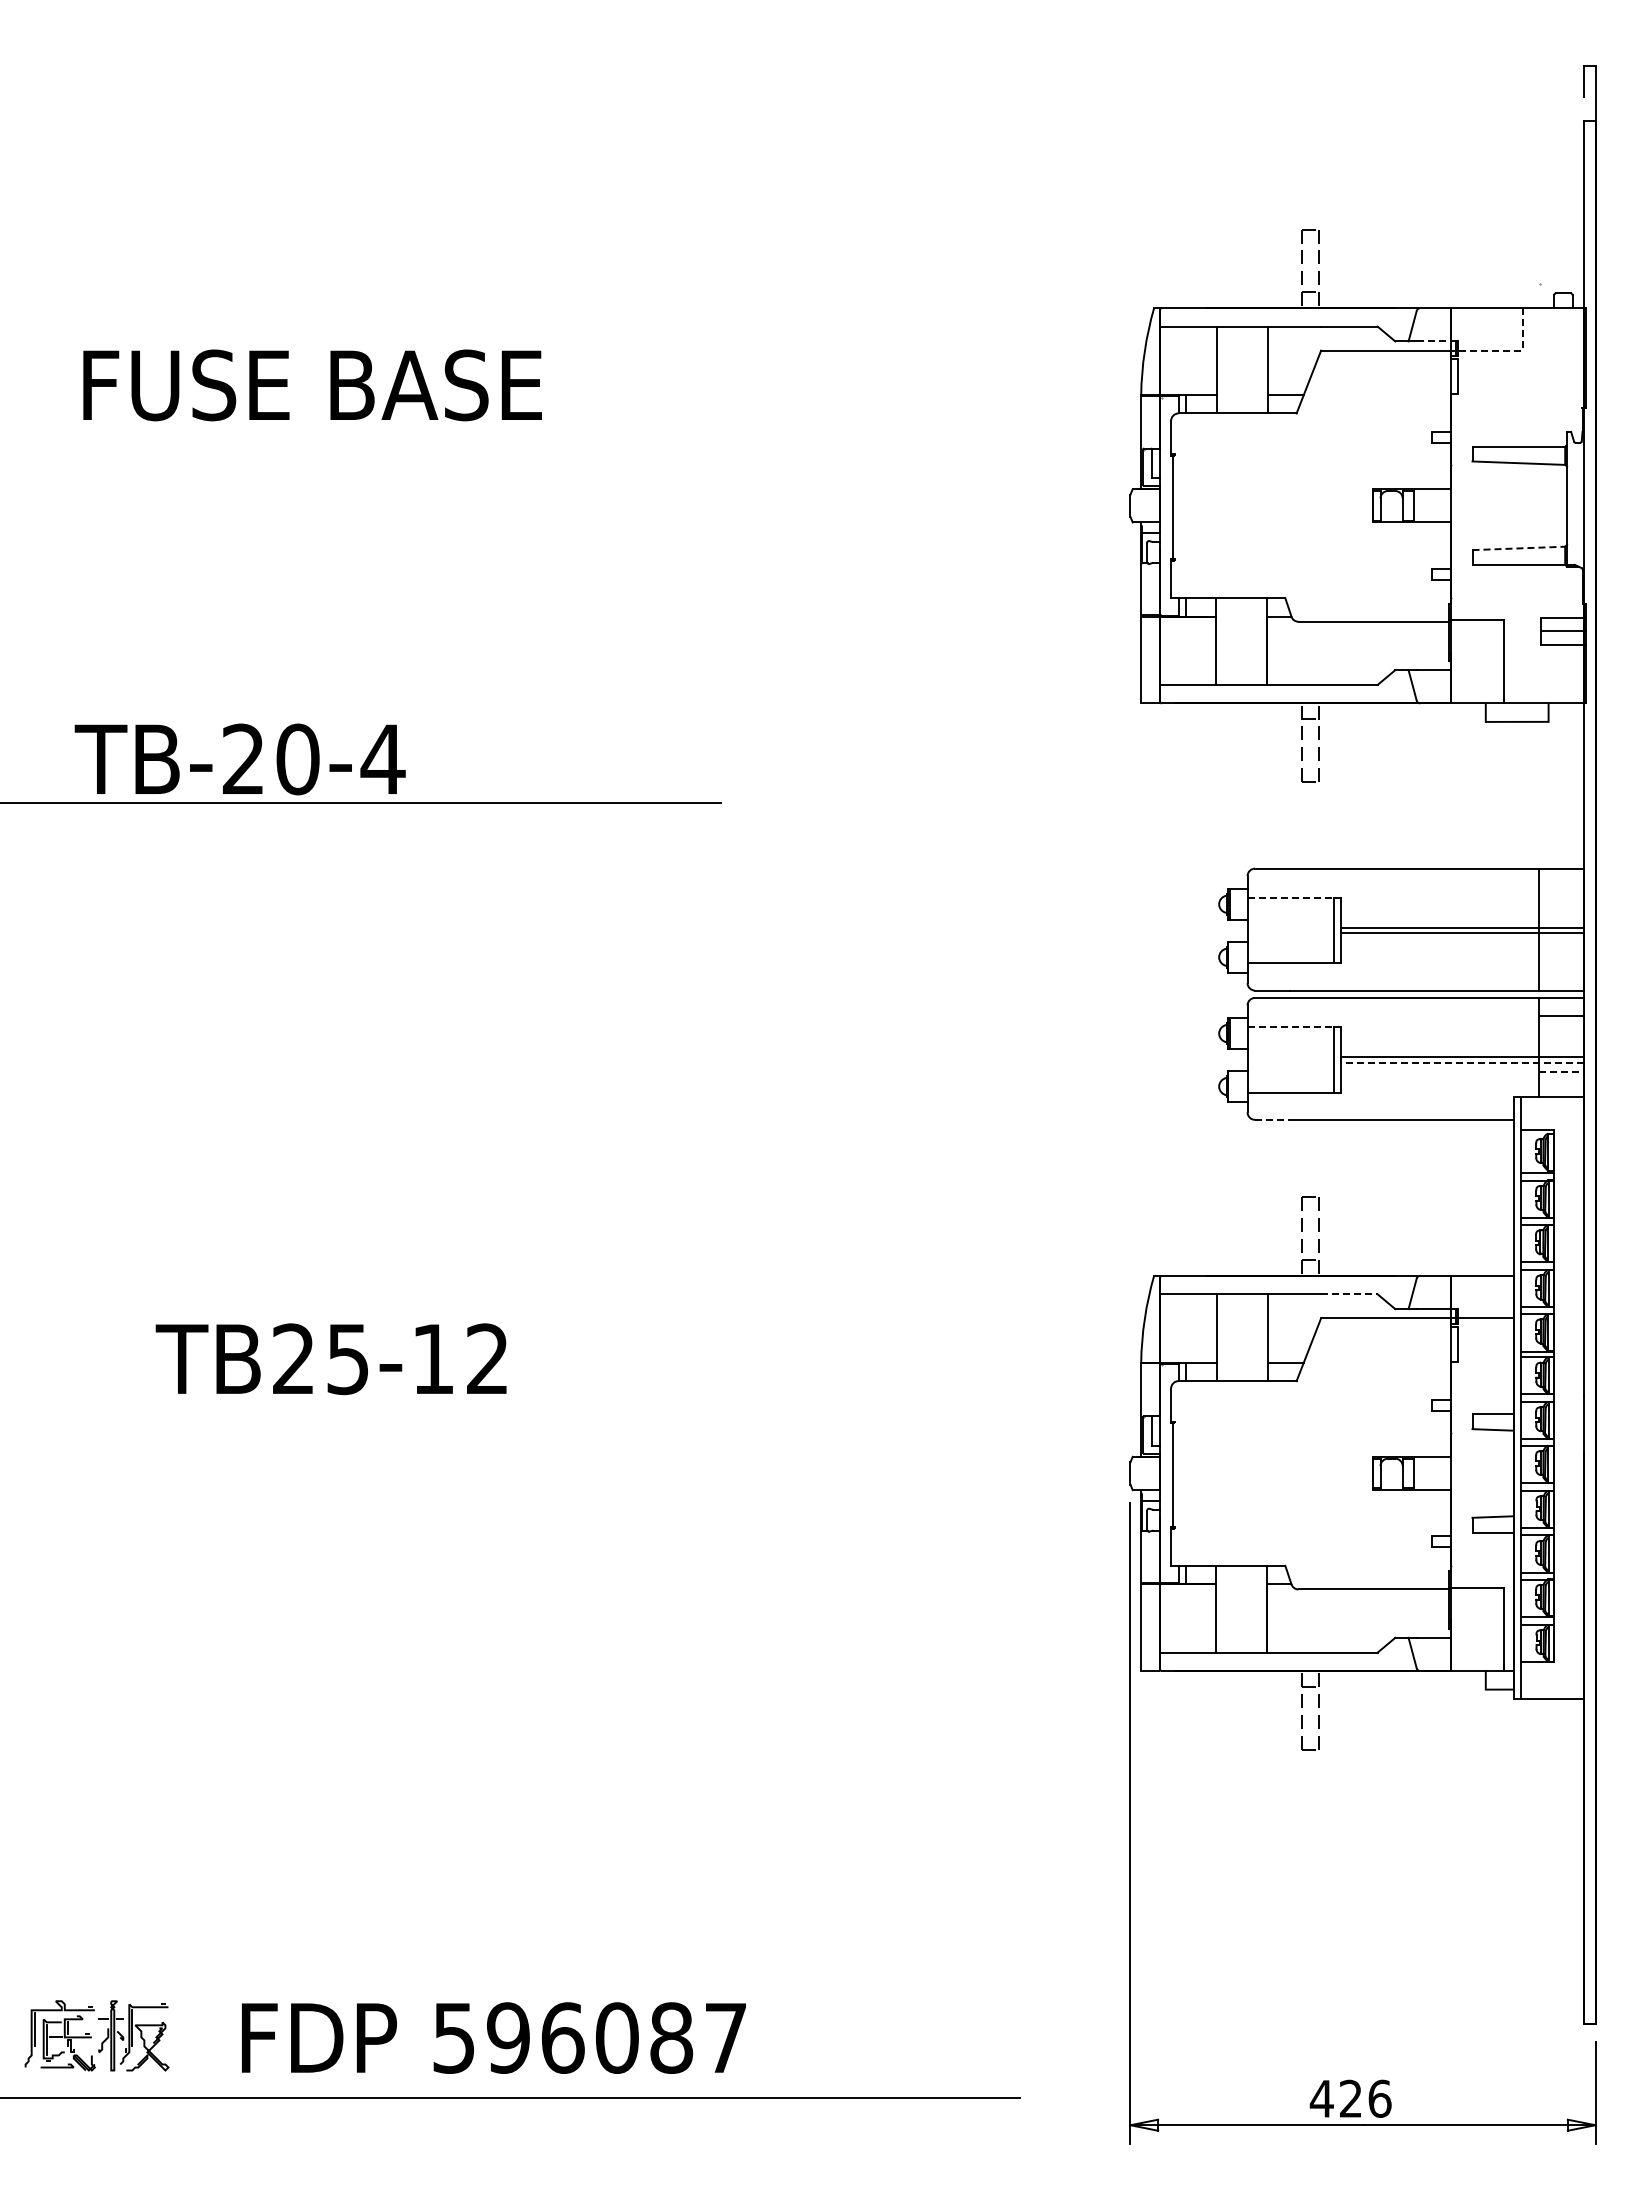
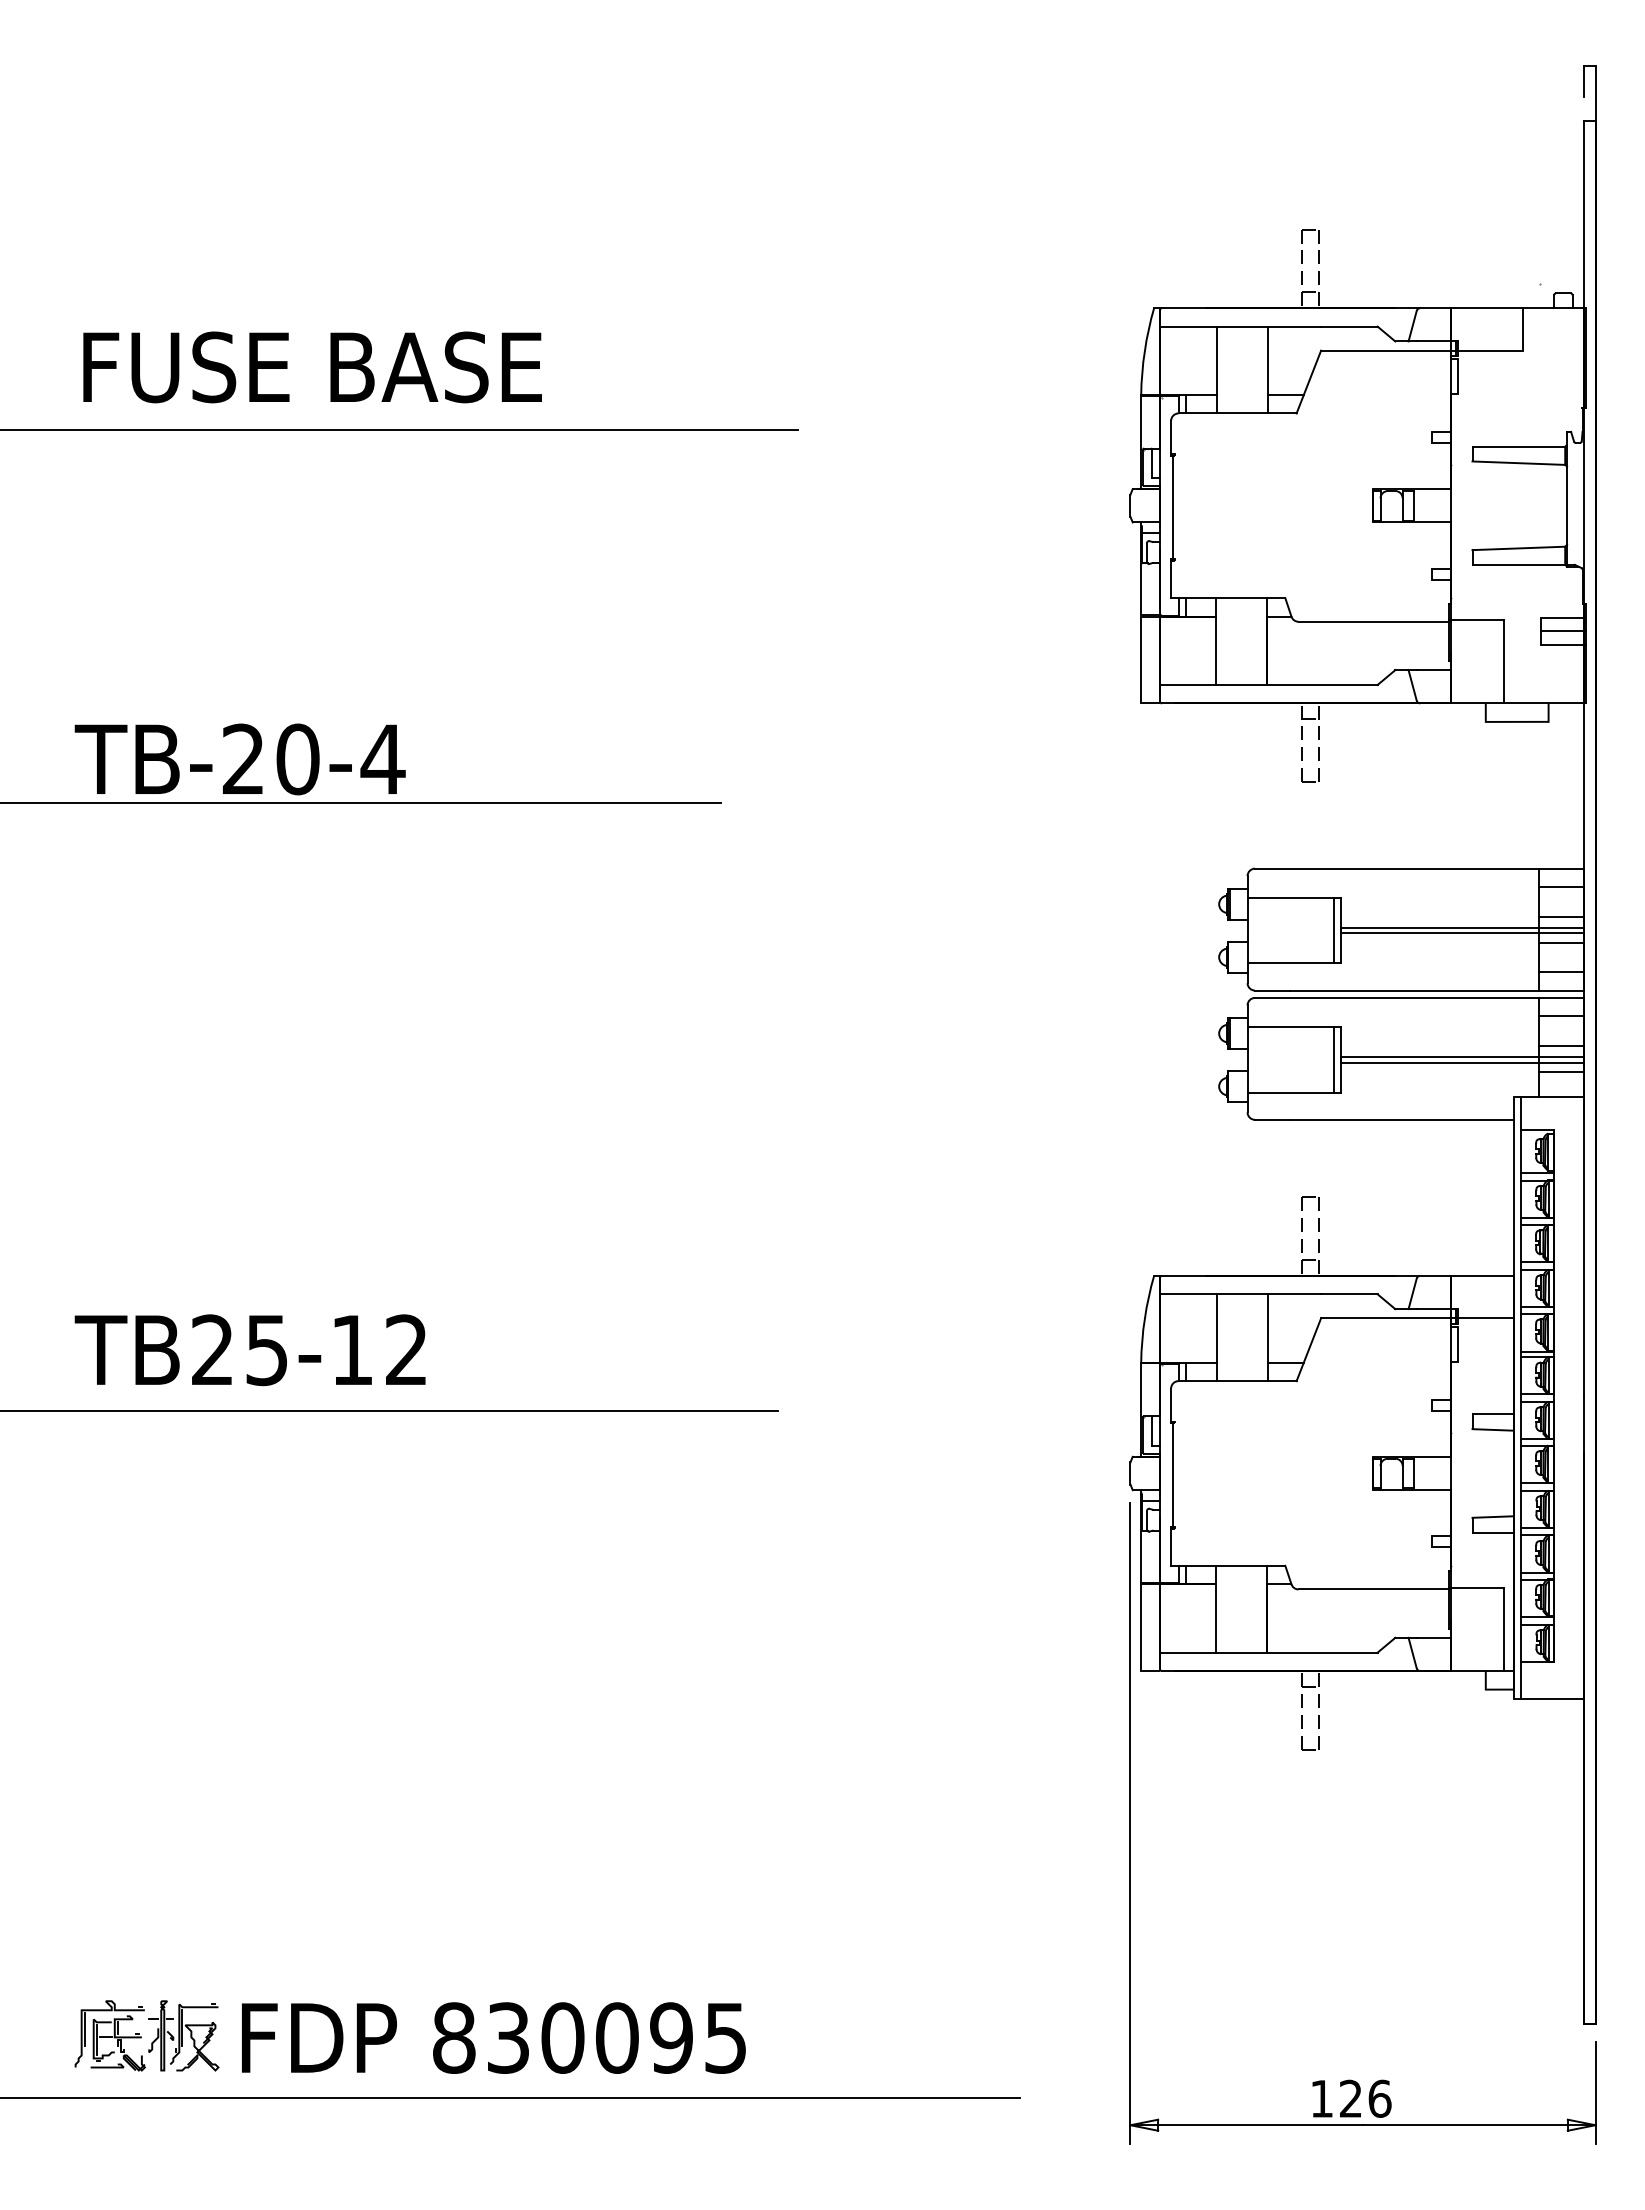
line at (1434, 341): dashed -> solid
line at (1507, 350): dashed -> solid
text at (312, 385) position: (312, 385) -> (312, 367)
line at (400, 429): none -> present
line at (1519, 548): dashed -> solid
line at (1561, 887): none -> present
line at (1291, 898): dashed -> solid
line at (1561, 916): none -> present
line at (1561, 942): none -> present
line at (1561, 972): none -> present
line at (1291, 1027): dashed -> solid
line at (1561, 1045): none -> present
line at (1461, 1062): dashed -> solid
line at (1562, 1071): dashed -> solid
line at (1272, 1119): dashed -> solid
line at (1349, 1294): dashed -> solid
text at (330, 1359) position: (330, 1359) -> (249, 1350)
line at (389, 1410): none -> present
part at (96, 2035) position: (96, 2035) -> (146, 2035)
text at (589, 2037): 596087 -> 830095
text at (1321, 2098): 426 -> 126
